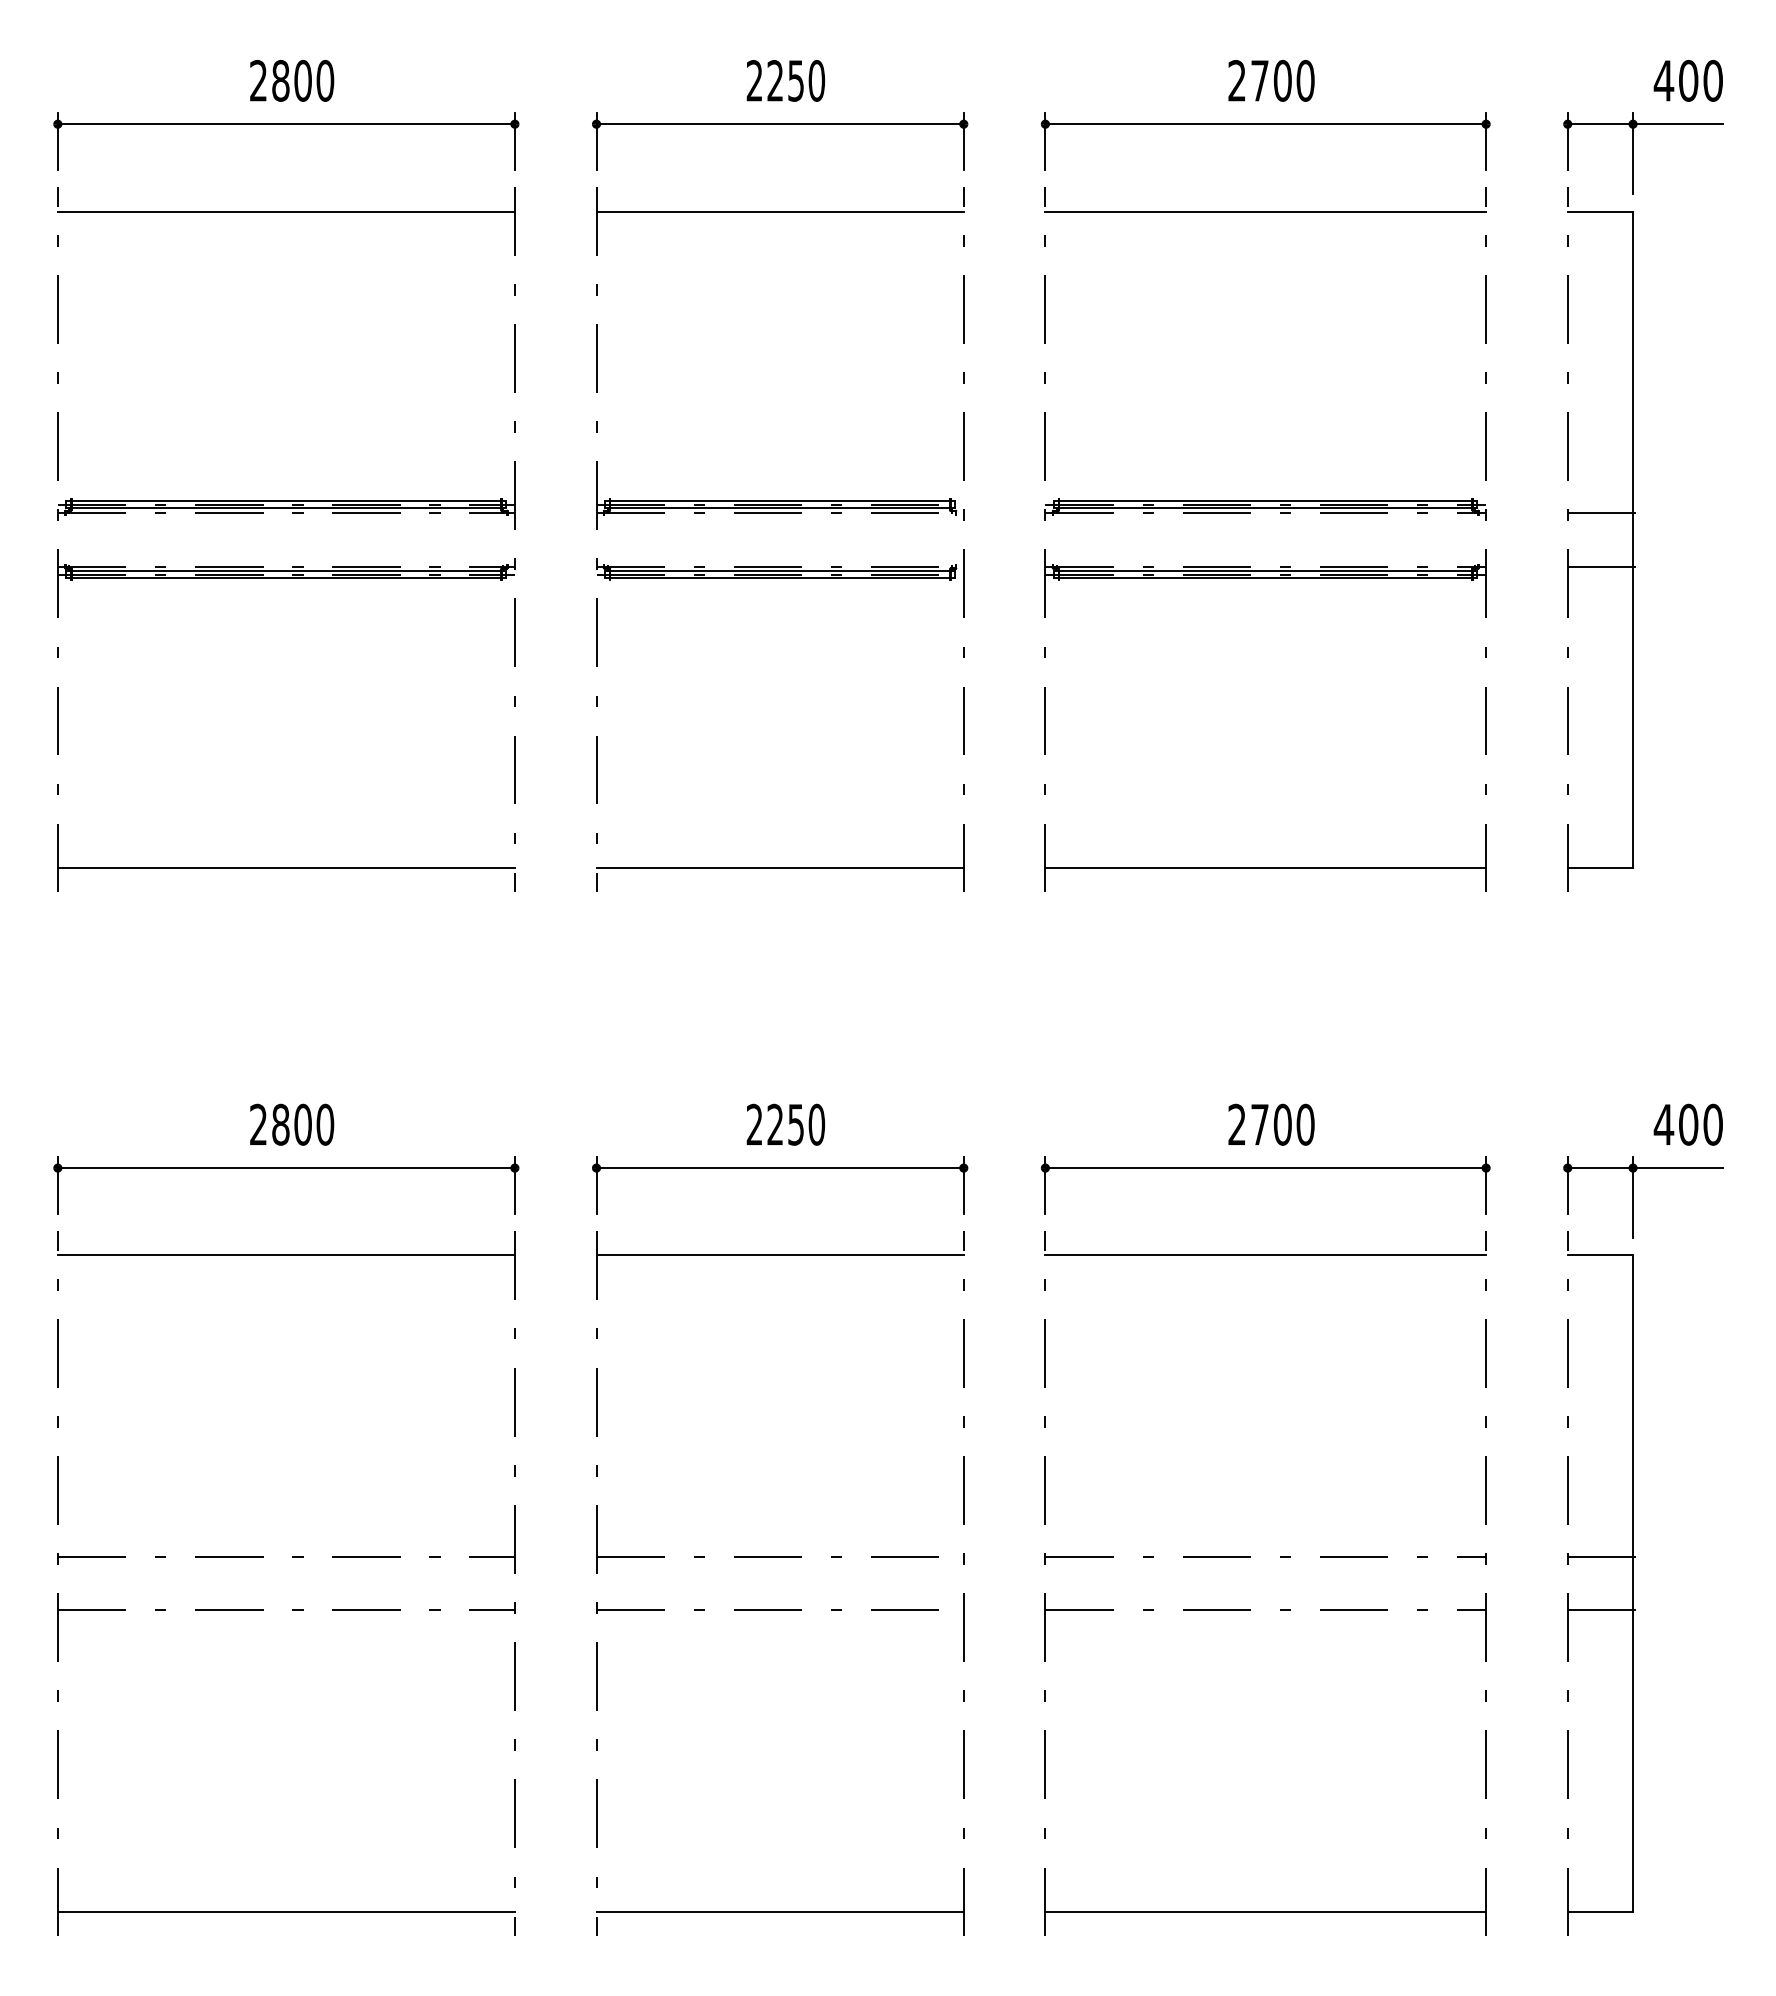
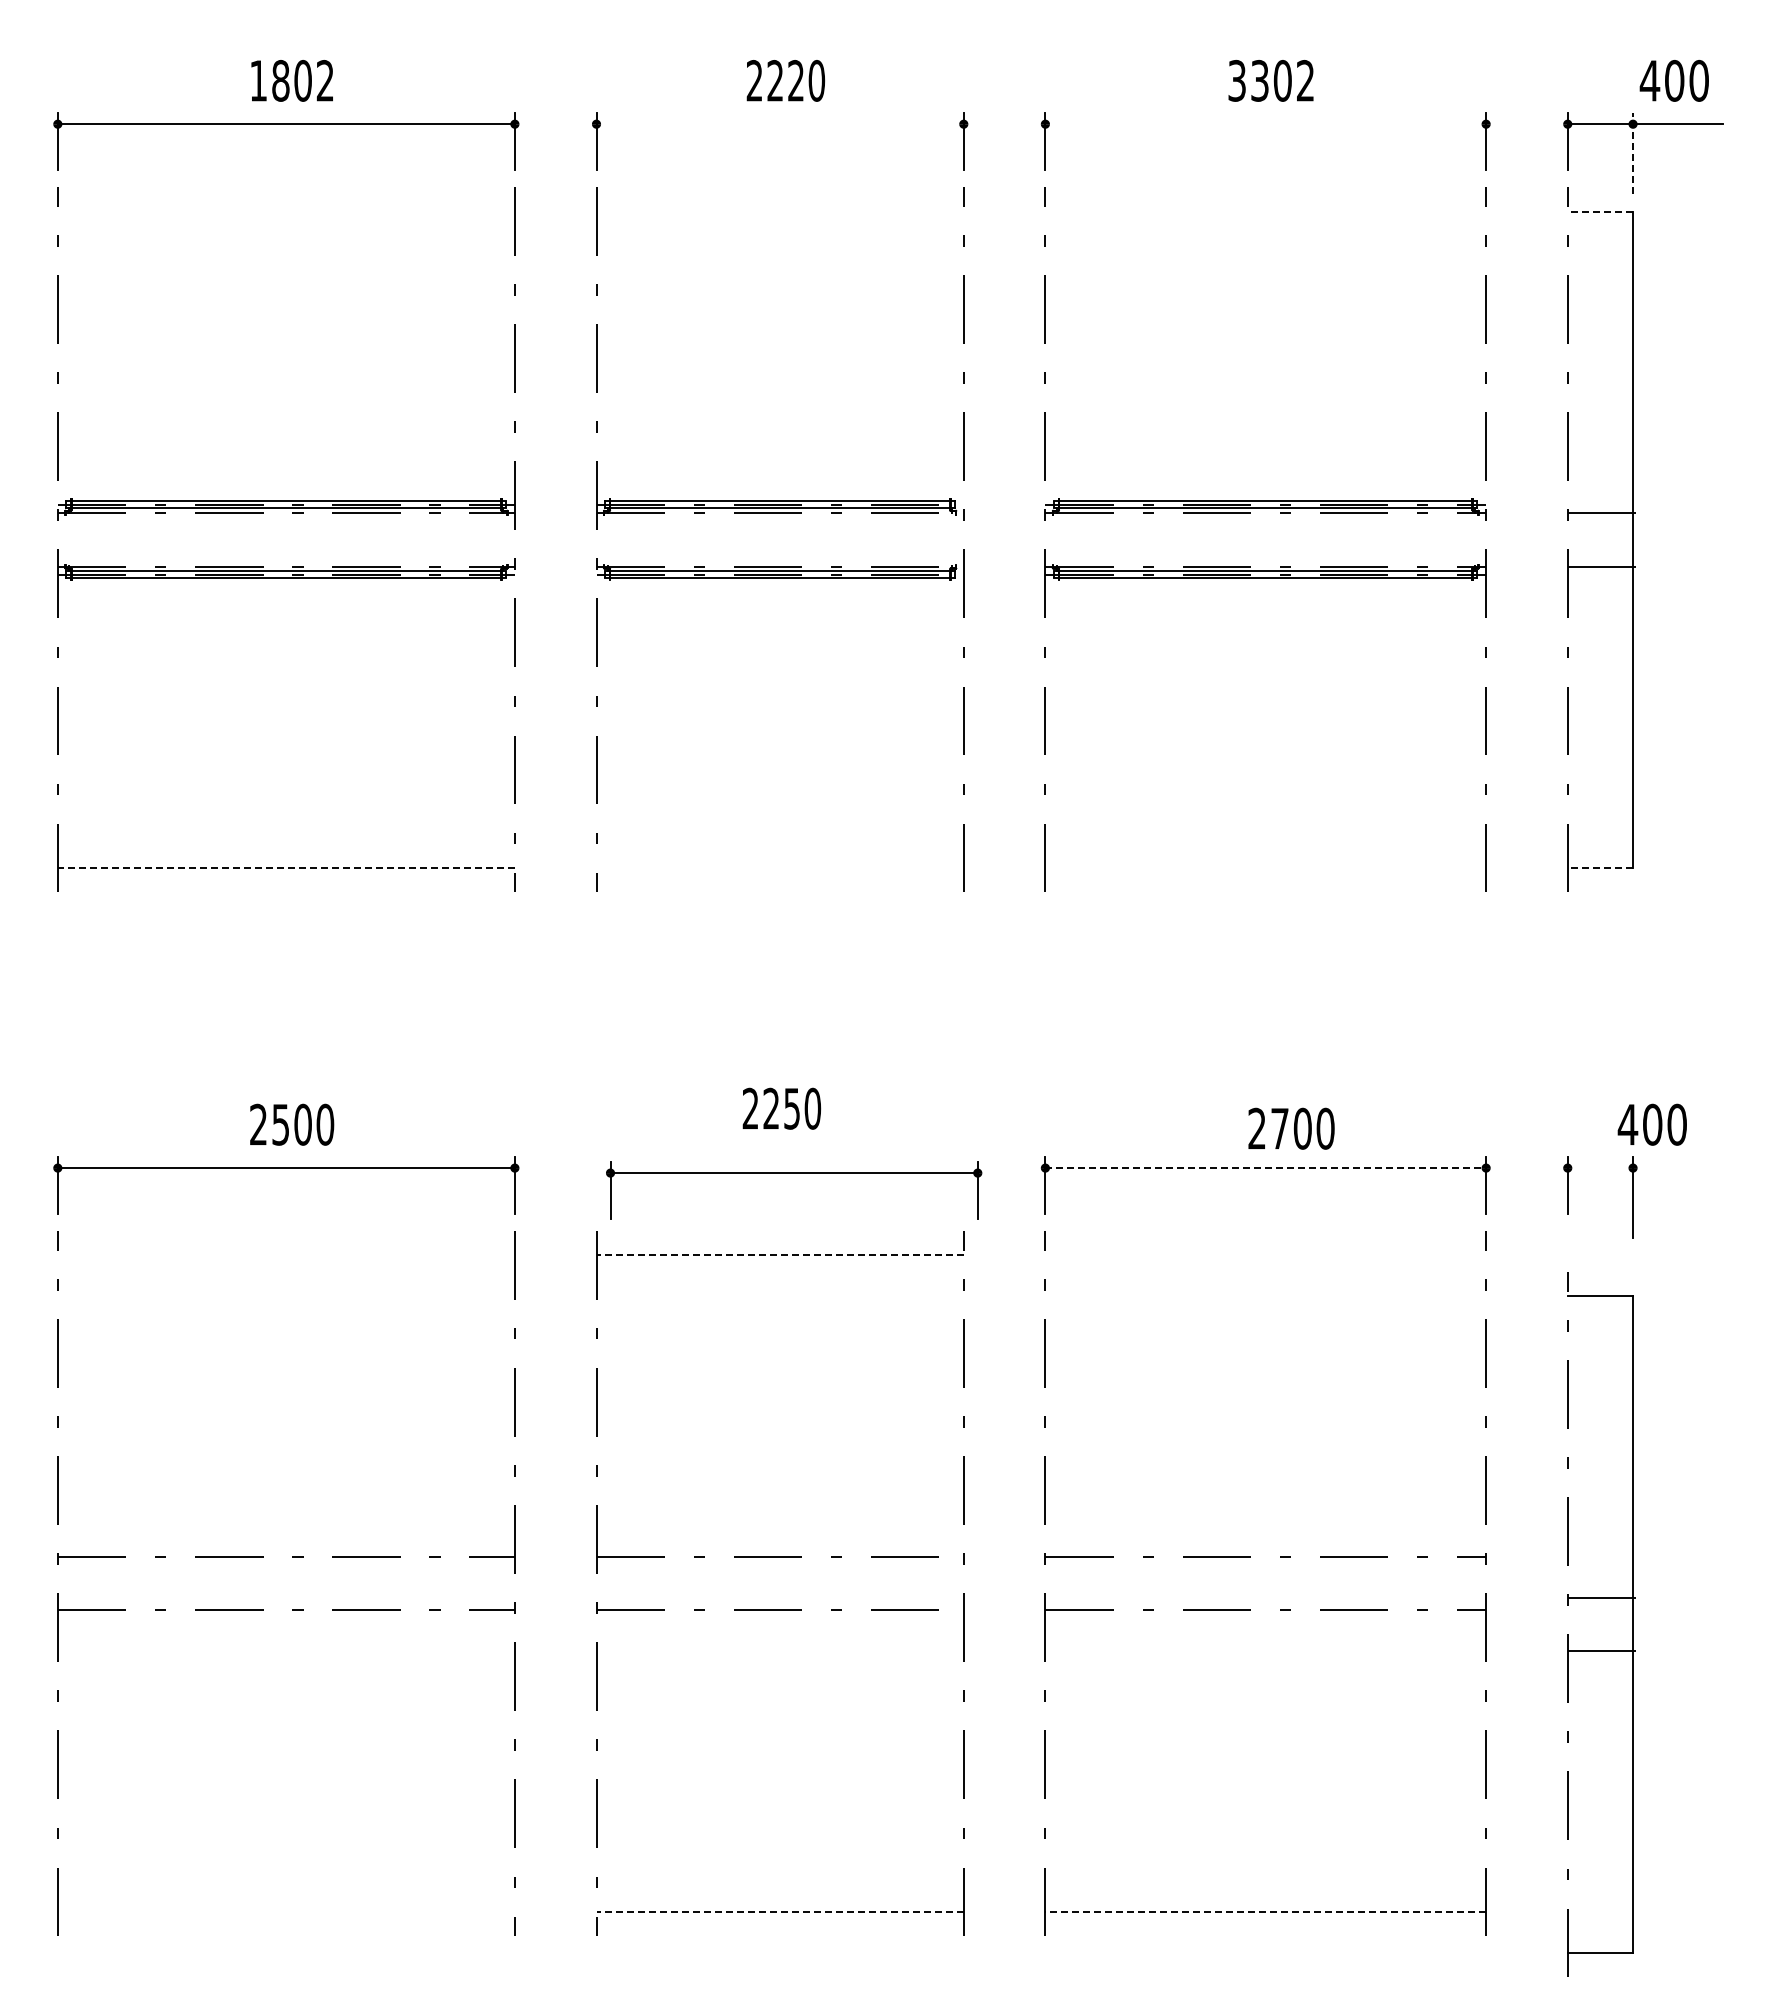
text at (292, 80): 2800 -> 1802
text at (795, 80): 2250 -> 2220
text at (1271, 80): 2700 -> 3302
text at (1687, 80) position: (1687, 80) -> (1673, 80)
line at (779, 124): present -> none
line at (1265, 124): present -> none
line at (1633, 153): solid -> dashed
line at (285, 211): present -> none
line at (779, 211): present -> none
line at (1265, 211): present -> none
line at (1600, 211): solid -> dashed
line at (286, 867): solid -> dashed
line at (779, 867): present -> none
line at (1265, 867): present -> none
line at (1600, 867): solid -> dashed
text at (280, 1124): 2800 -> 2500
text at (785, 1124) position: (785, 1124) -> (781, 1108)
text at (1271, 1124) position: (1271, 1124) -> (1291, 1128)
text at (1687, 1124) position: (1687, 1124) -> (1651, 1124)
part at (780, 1168) position: (780, 1168) -> (794, 1173)
line at (1266, 1168): solid -> dashed
line at (1644, 1168): present -> none
line at (285, 1255): present -> none
line at (780, 1255): solid -> dashed
line at (1265, 1255): present -> none
part at (1601, 1557) position: (1601, 1557) -> (1601, 1598)
line at (285, 1911): present -> none
line at (780, 1911): solid -> dashed
line at (1265, 1911): solid -> dashed
